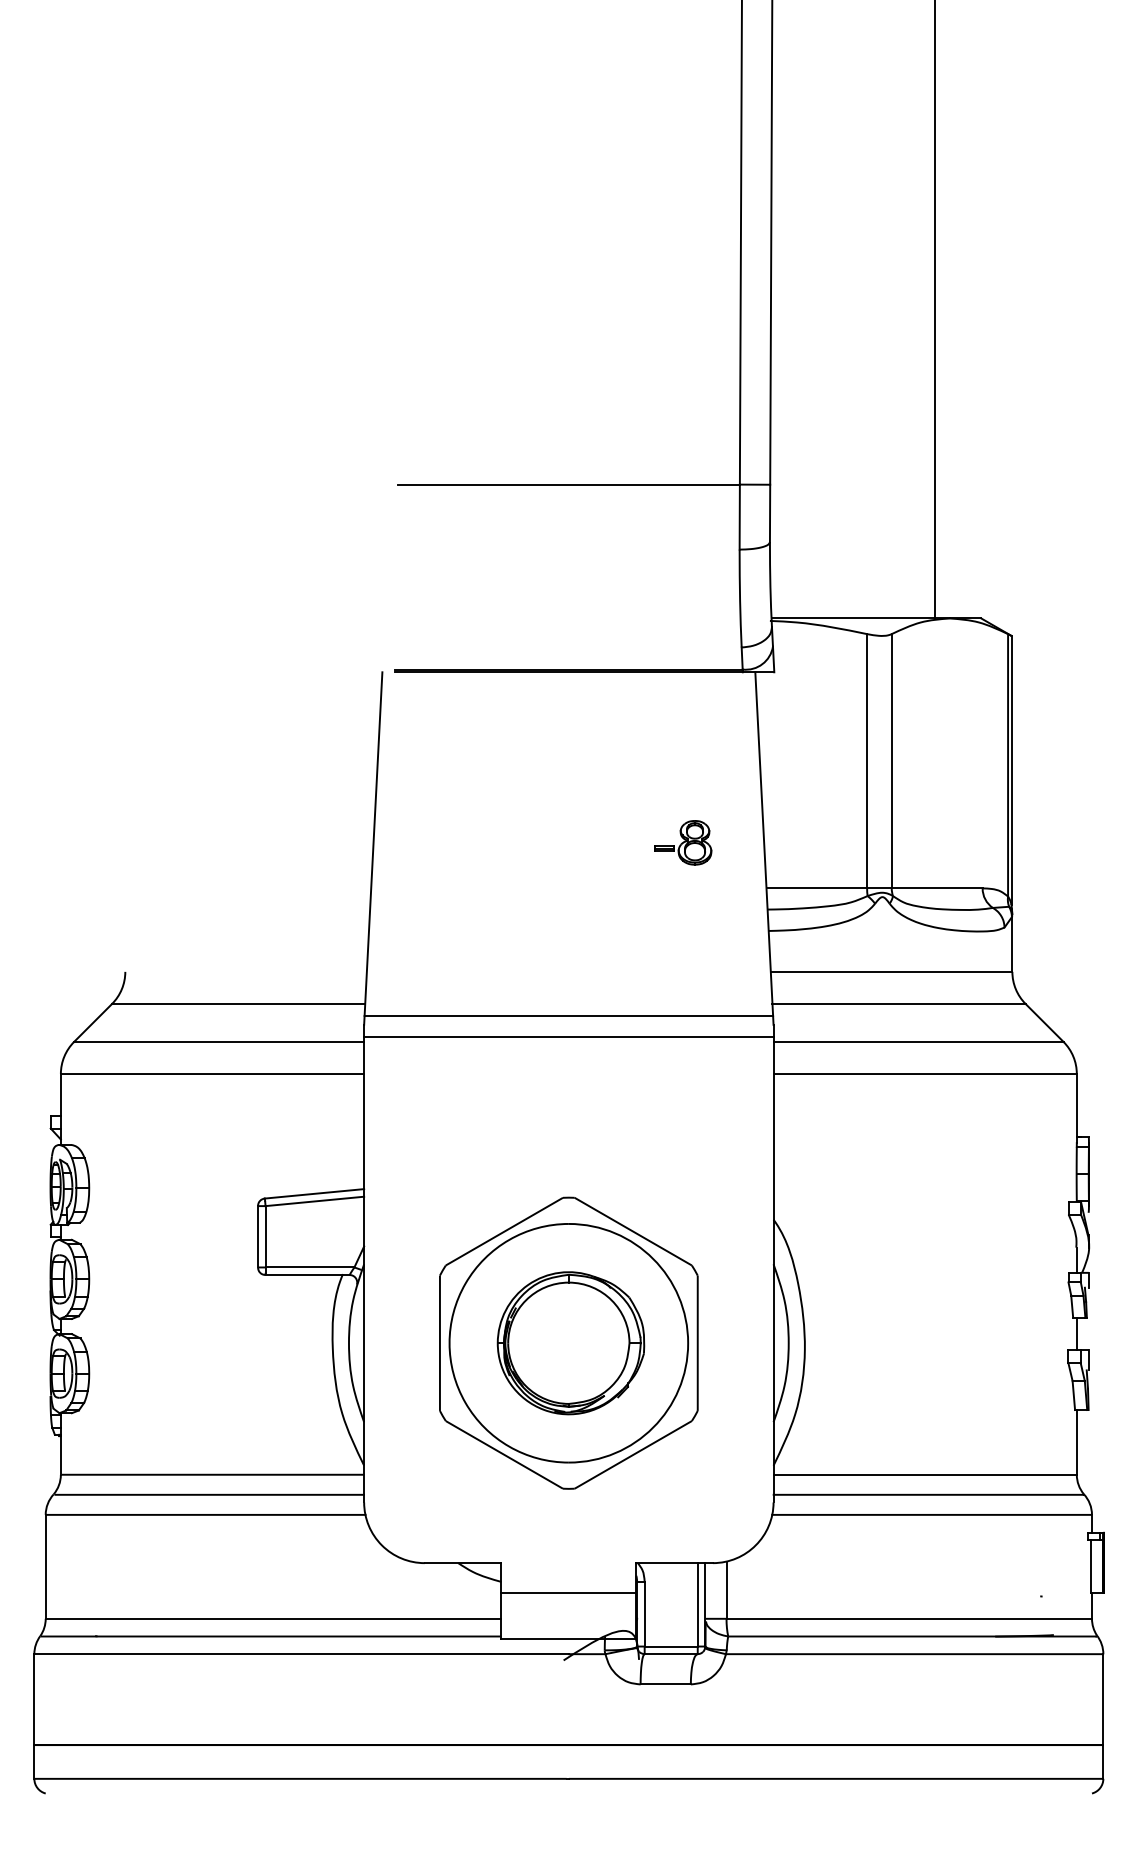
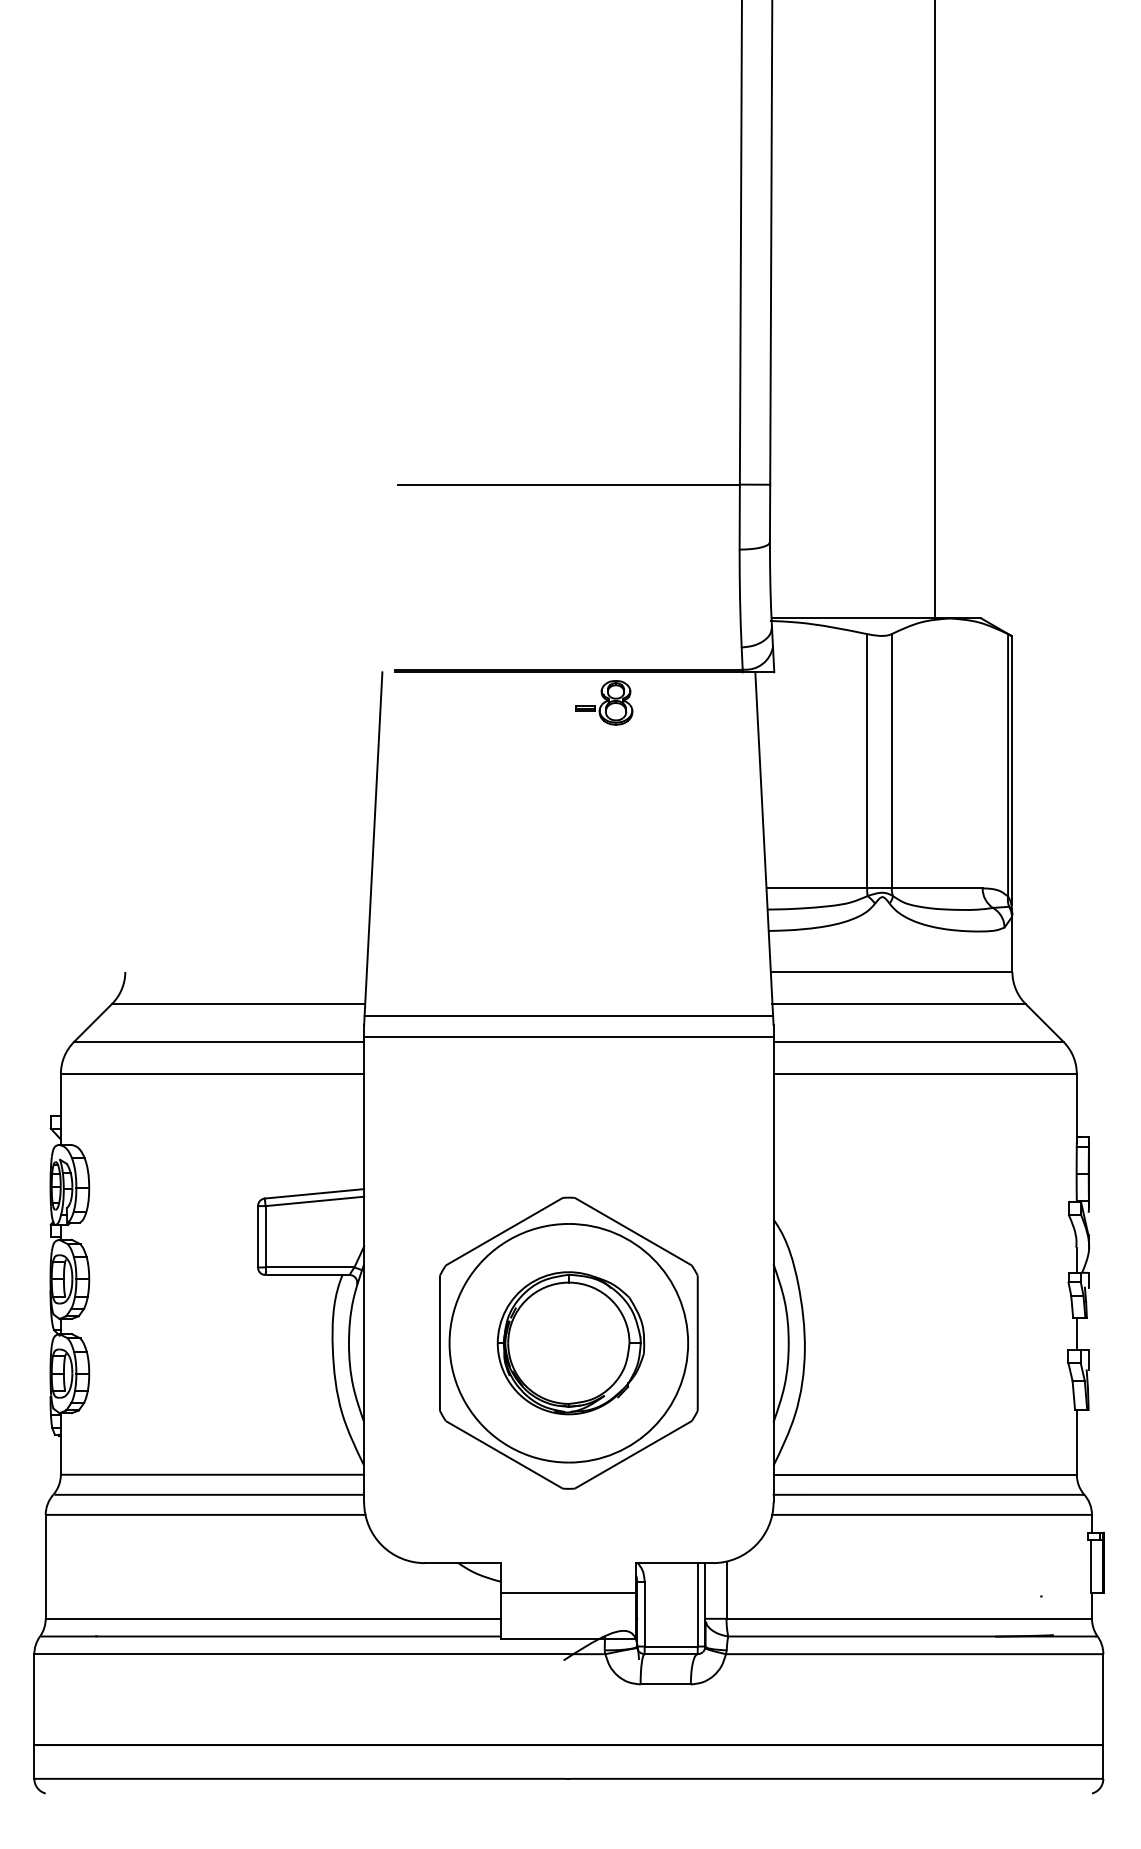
part at (683, 842) position: (683, 842) -> (604, 702)
